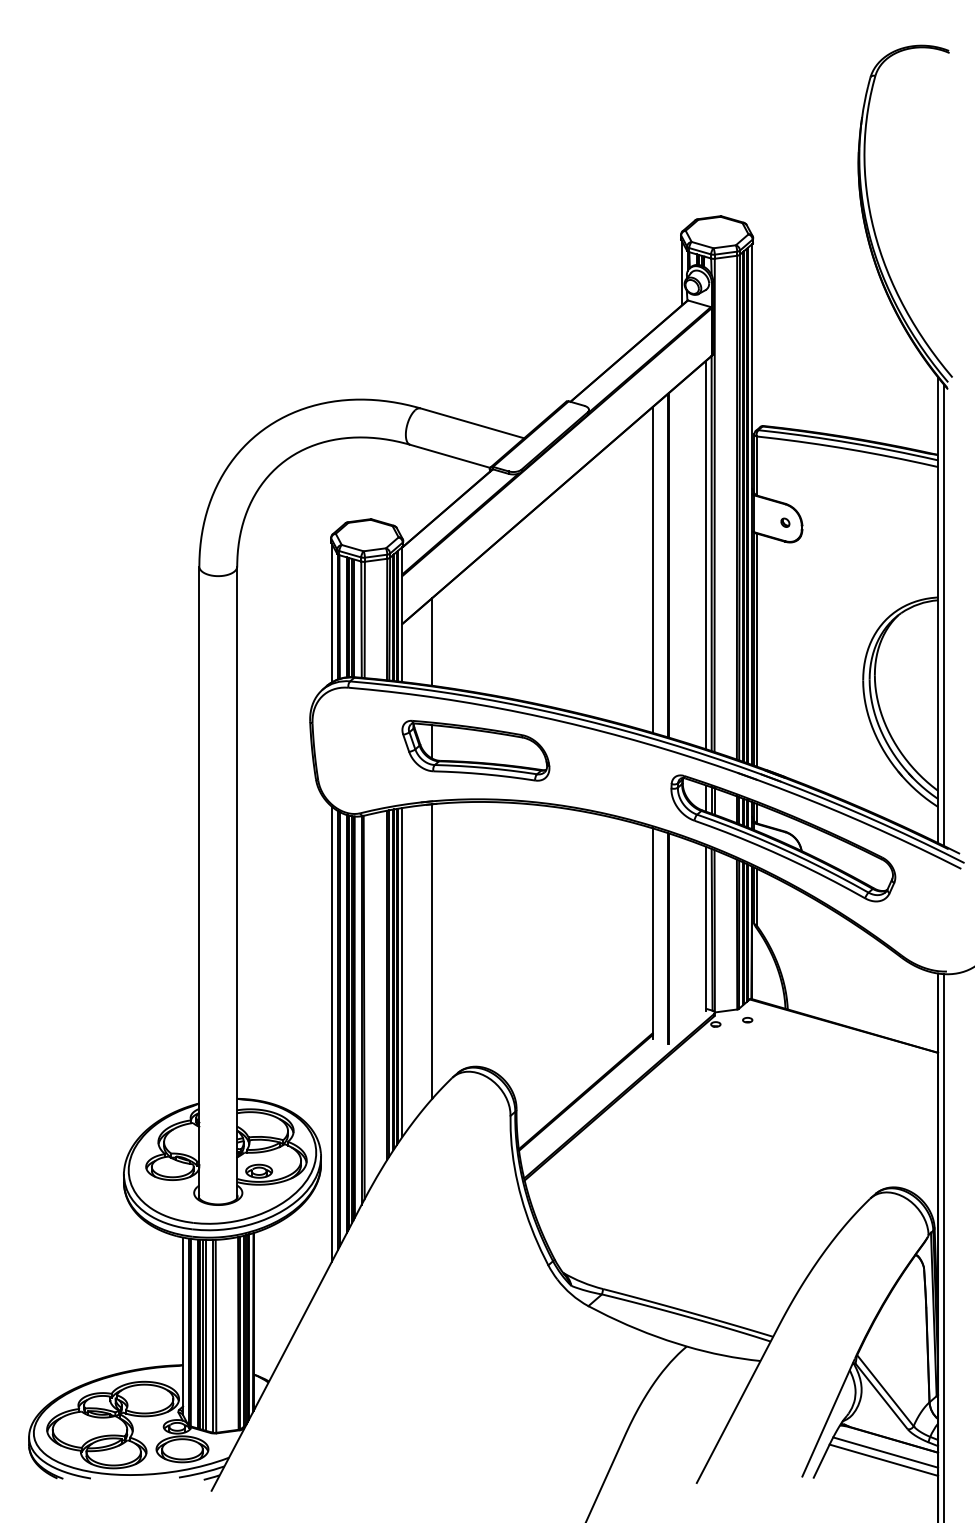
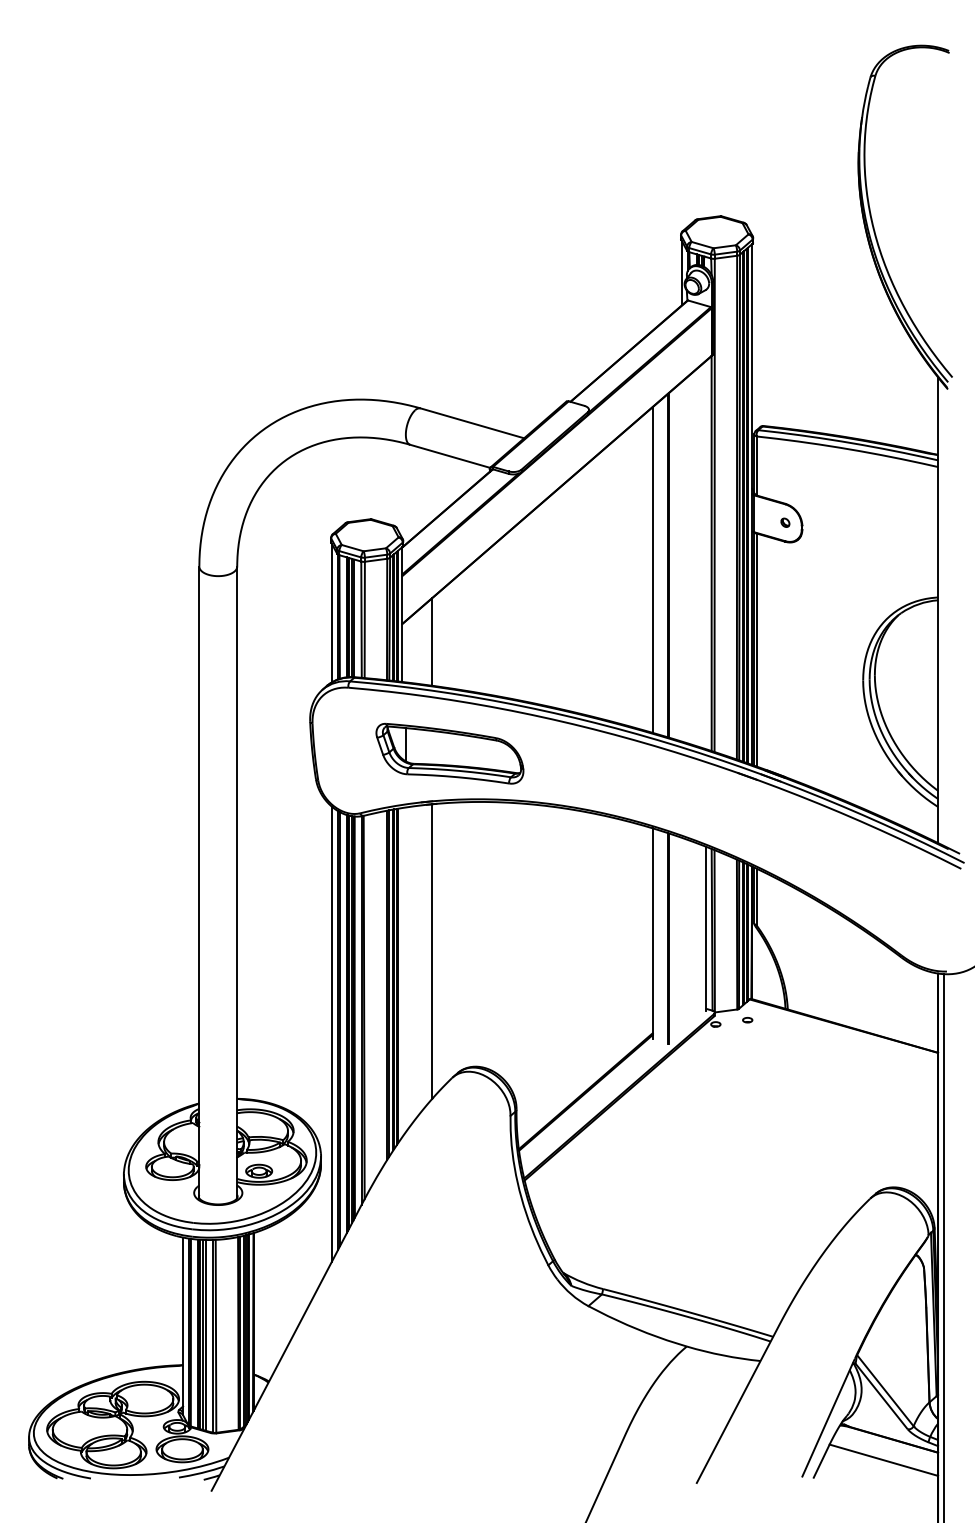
line at (706, 554): present -> none
line at (944, 615): present -> none
part at (475, 750) position: (475, 750) -> (449, 753)
part at (783, 838): present -> none
line at (402, 972): present -> none
line at (885, 1452): present -> none
